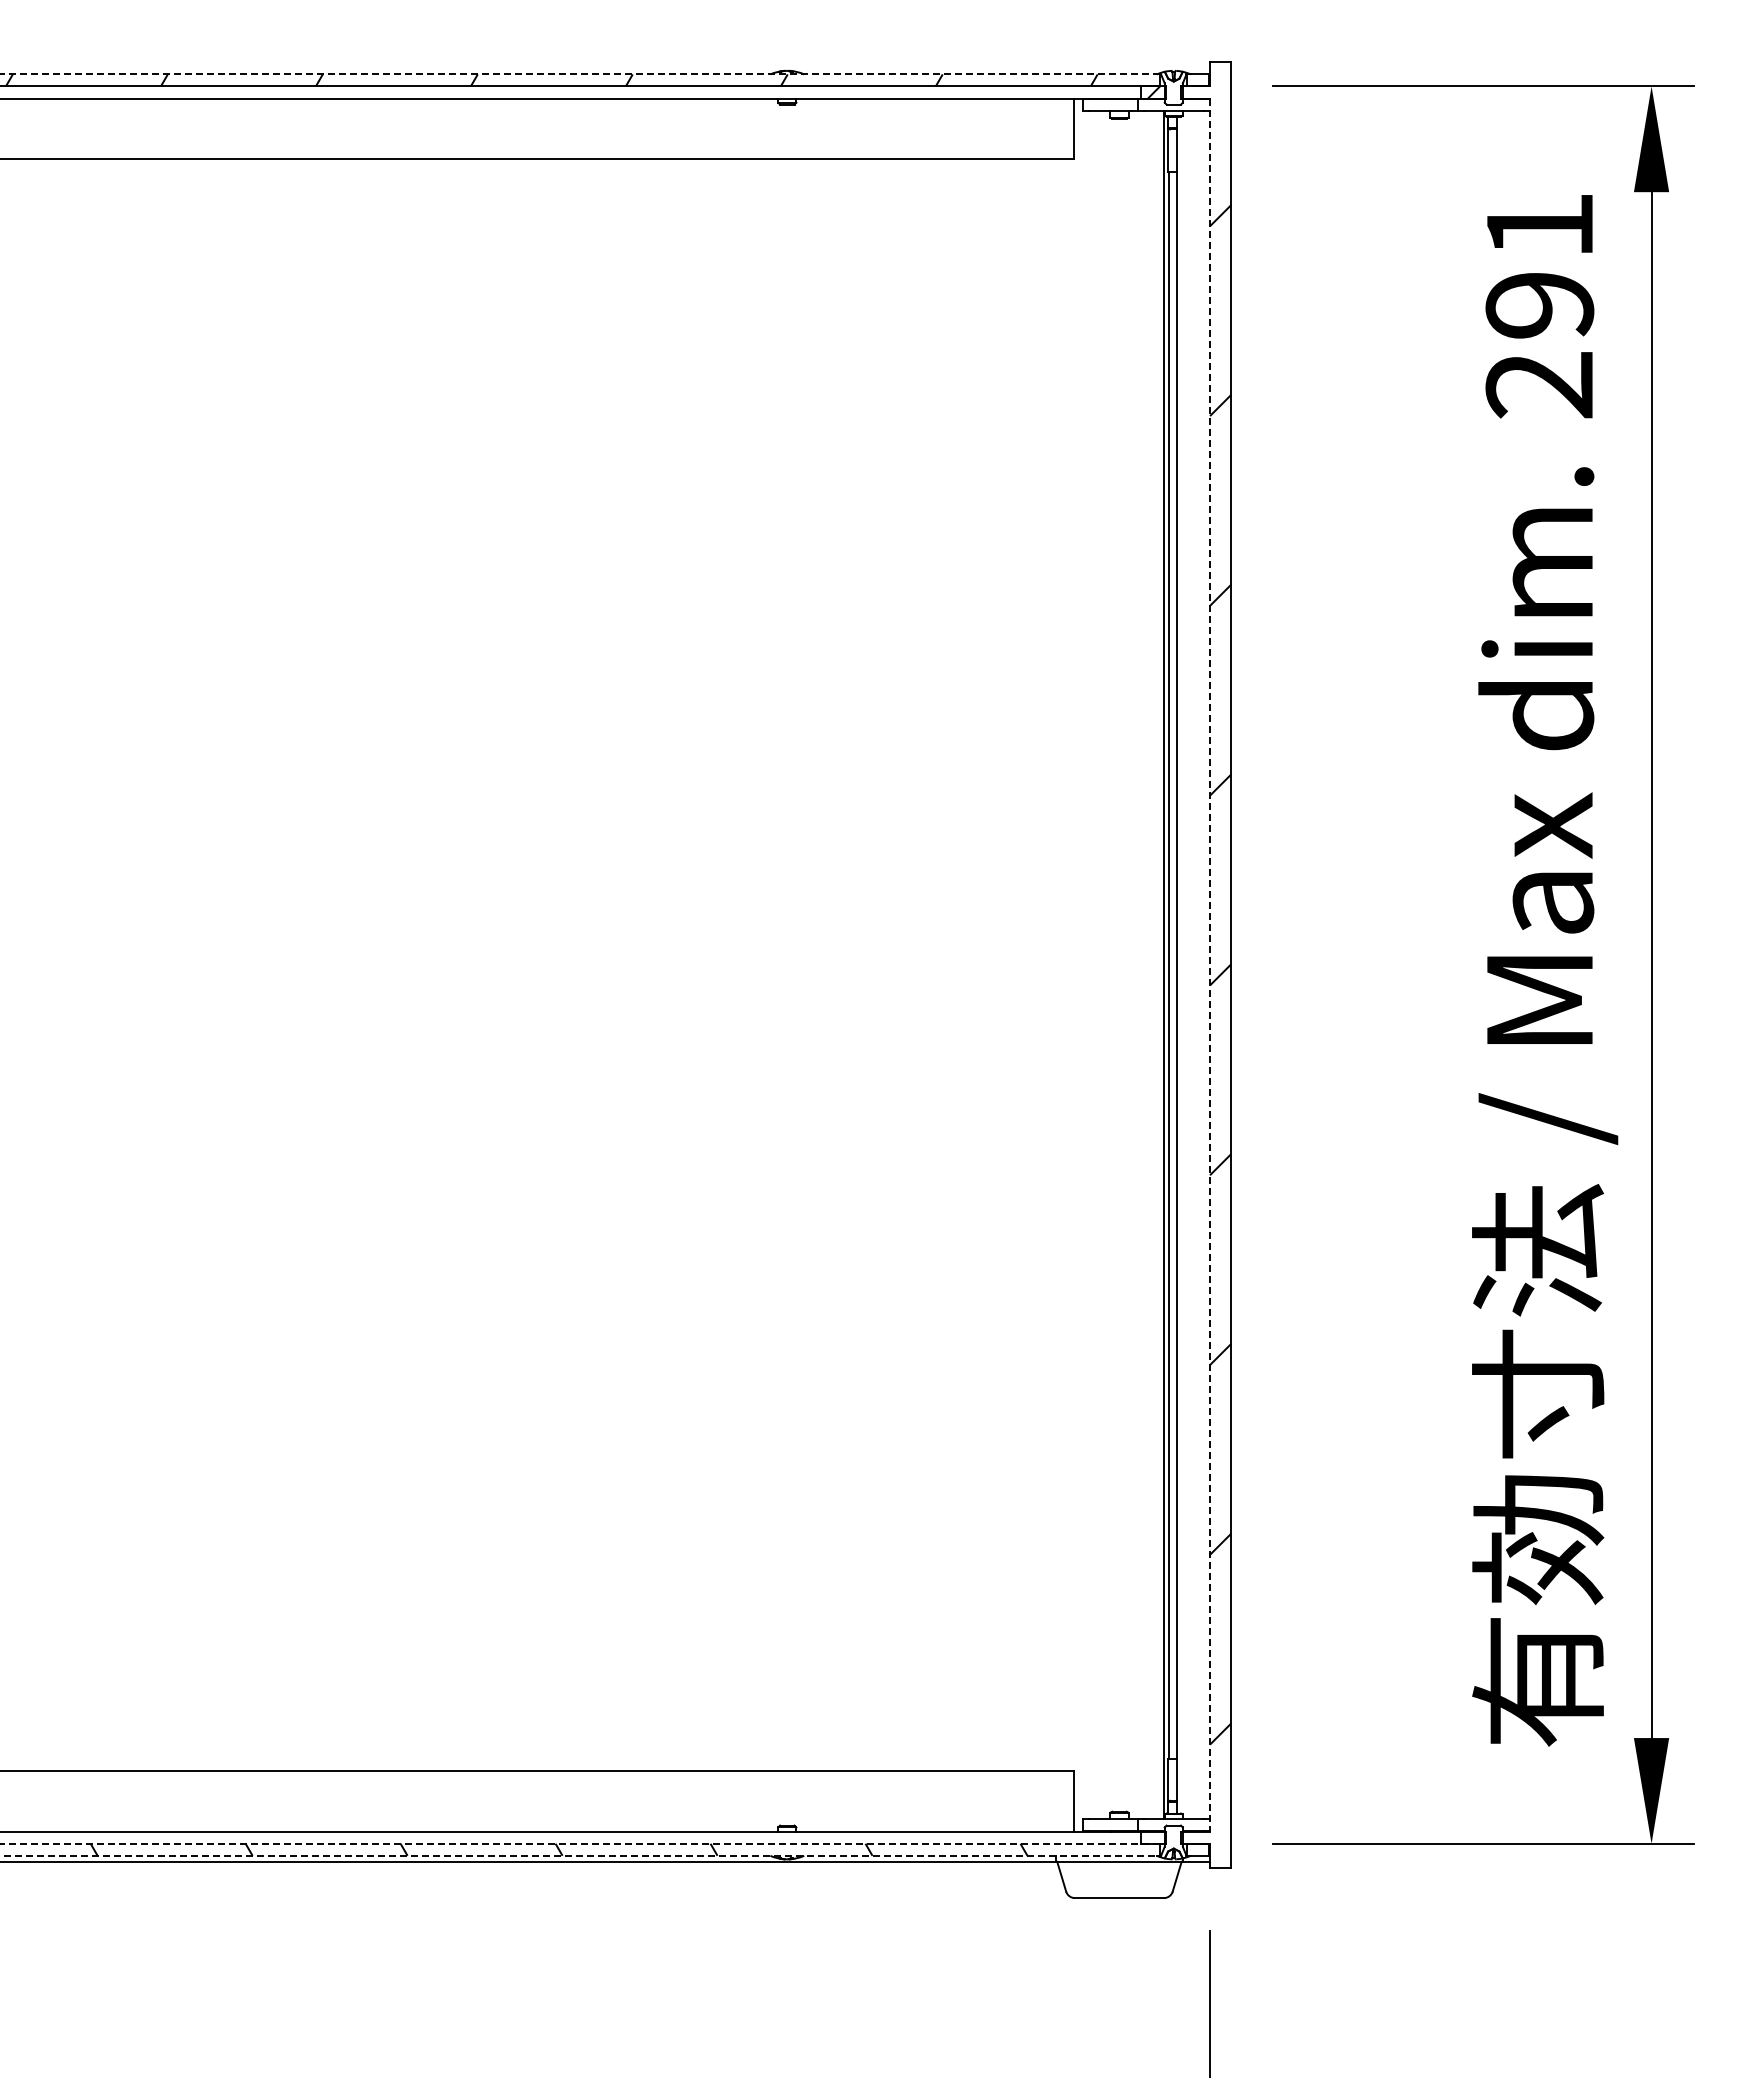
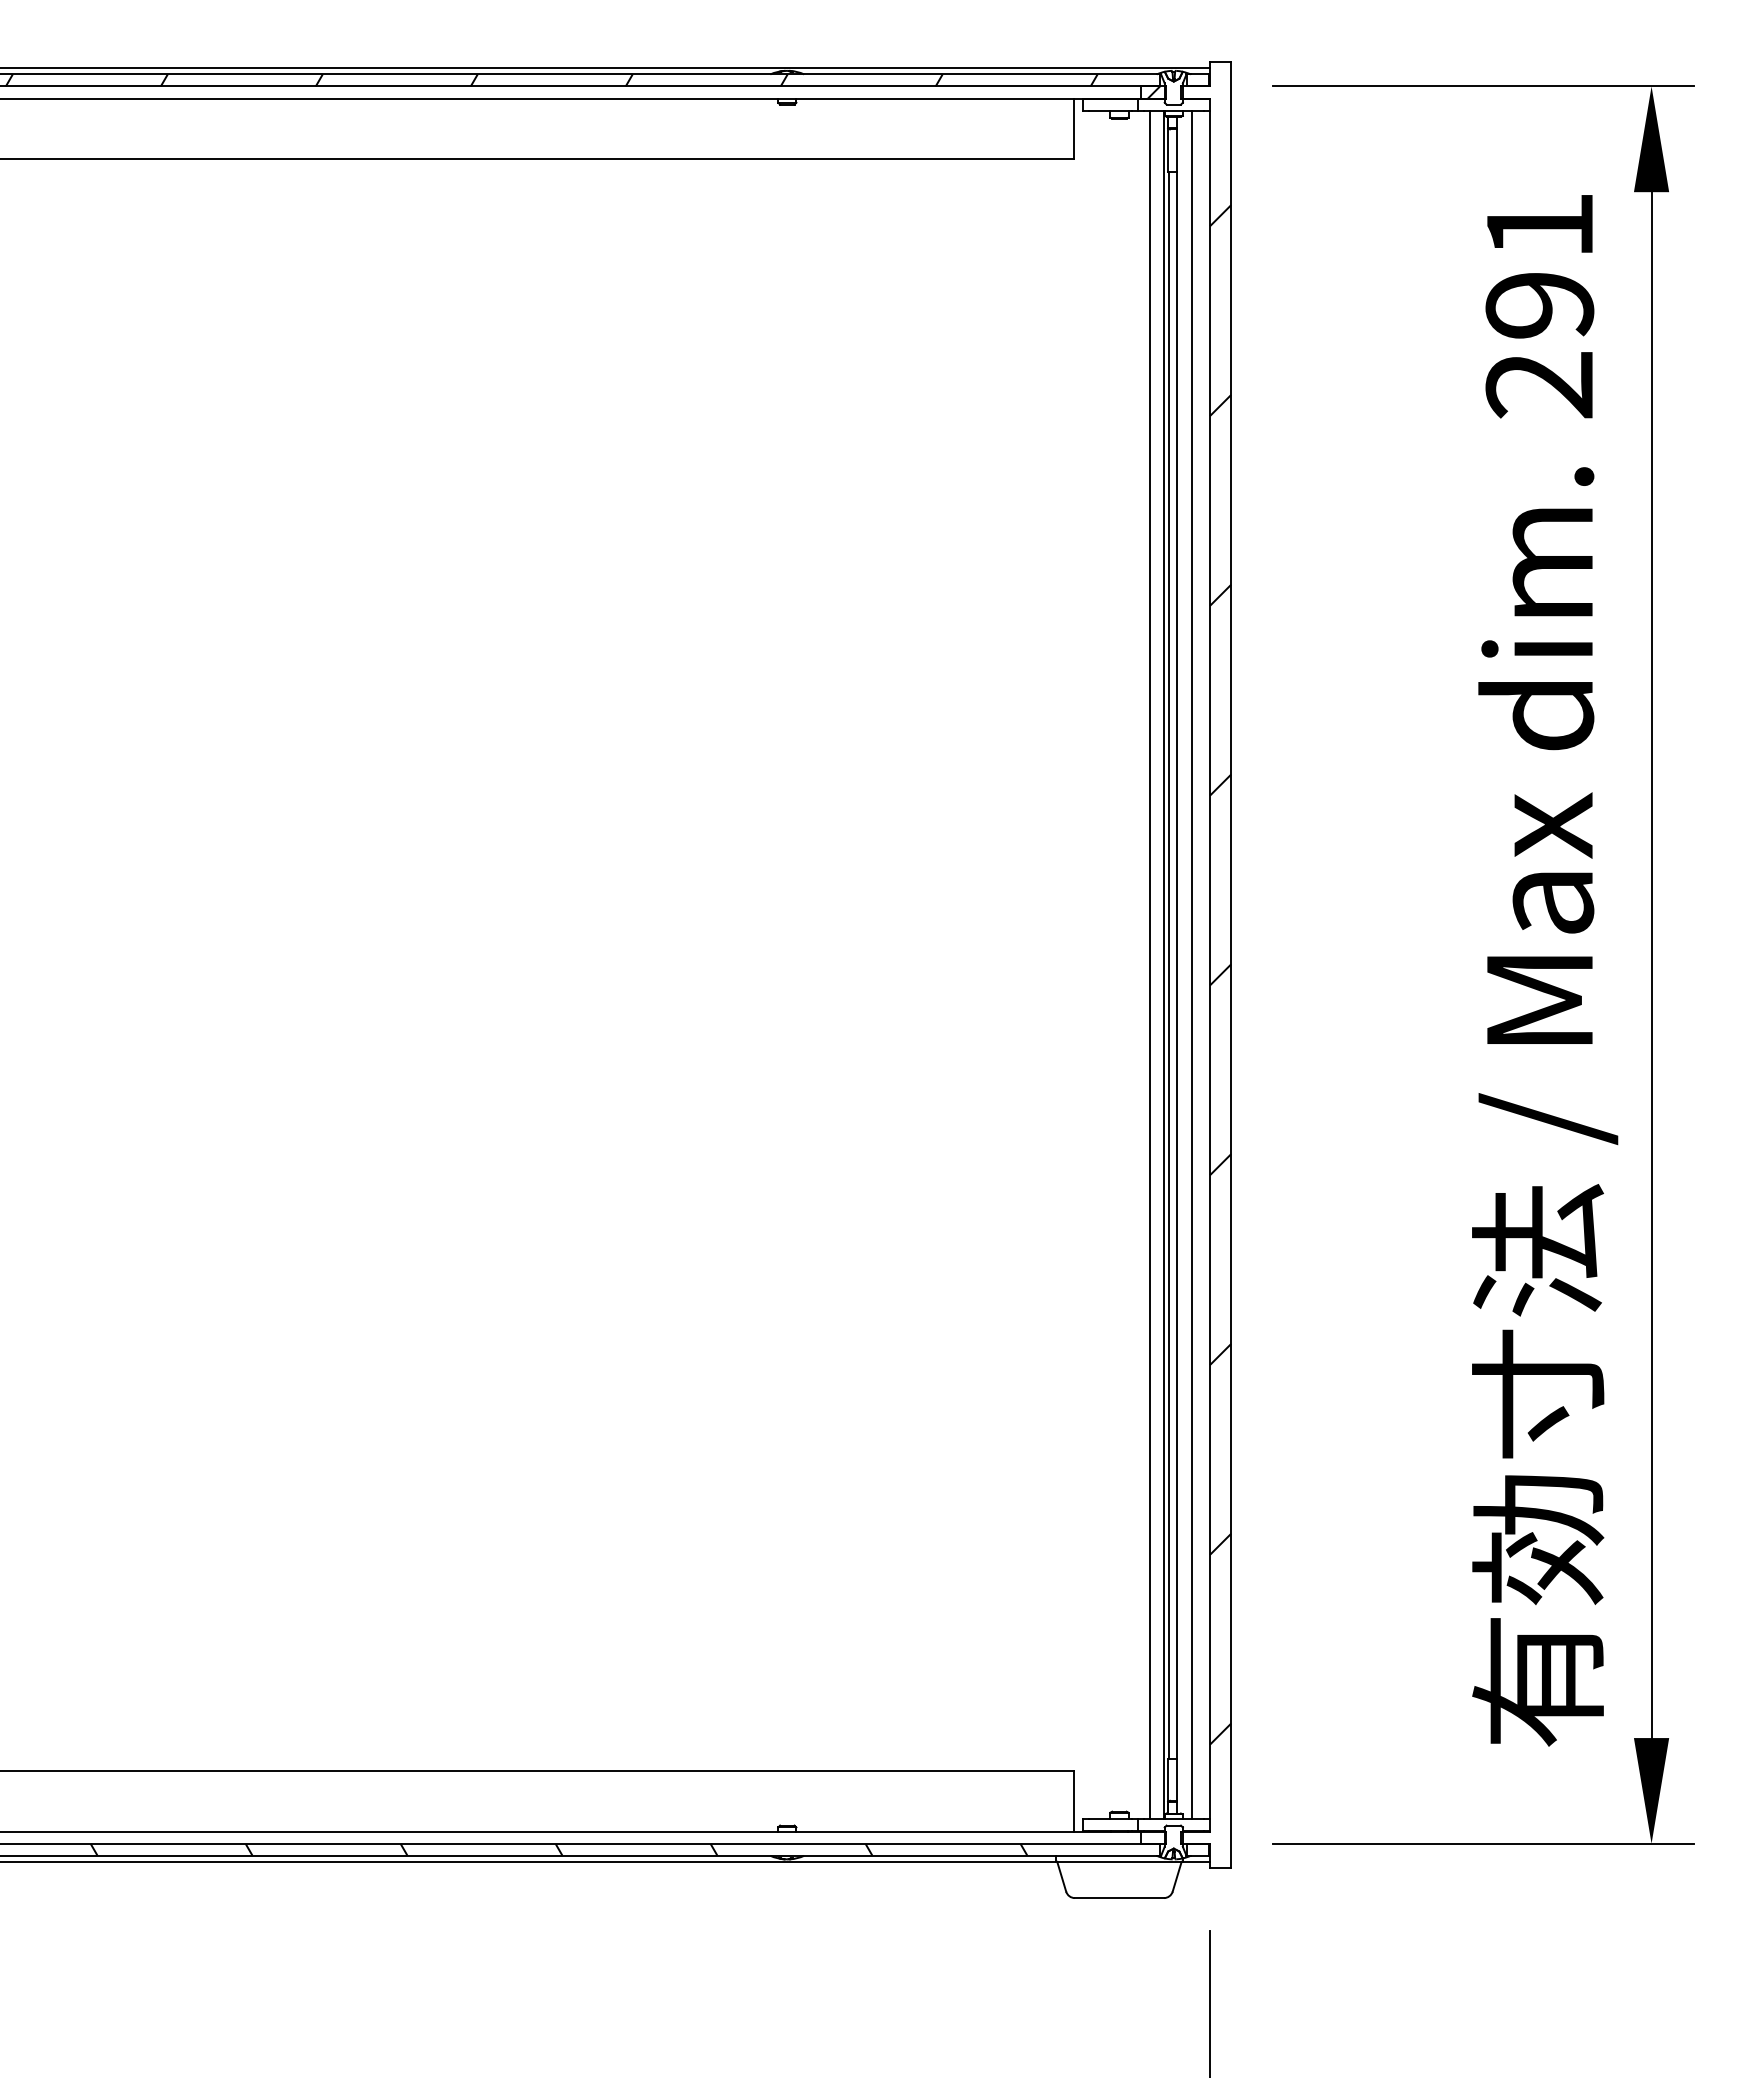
line at (606, 68): none -> present
line at (580, 74): dashed -> solid
line at (1149, 964): none -> present
line at (1191, 964): none -> present
line at (1210, 965): dashed -> solid
line at (580, 1843): dashed -> solid
line at (580, 1855): dashed -> solid
